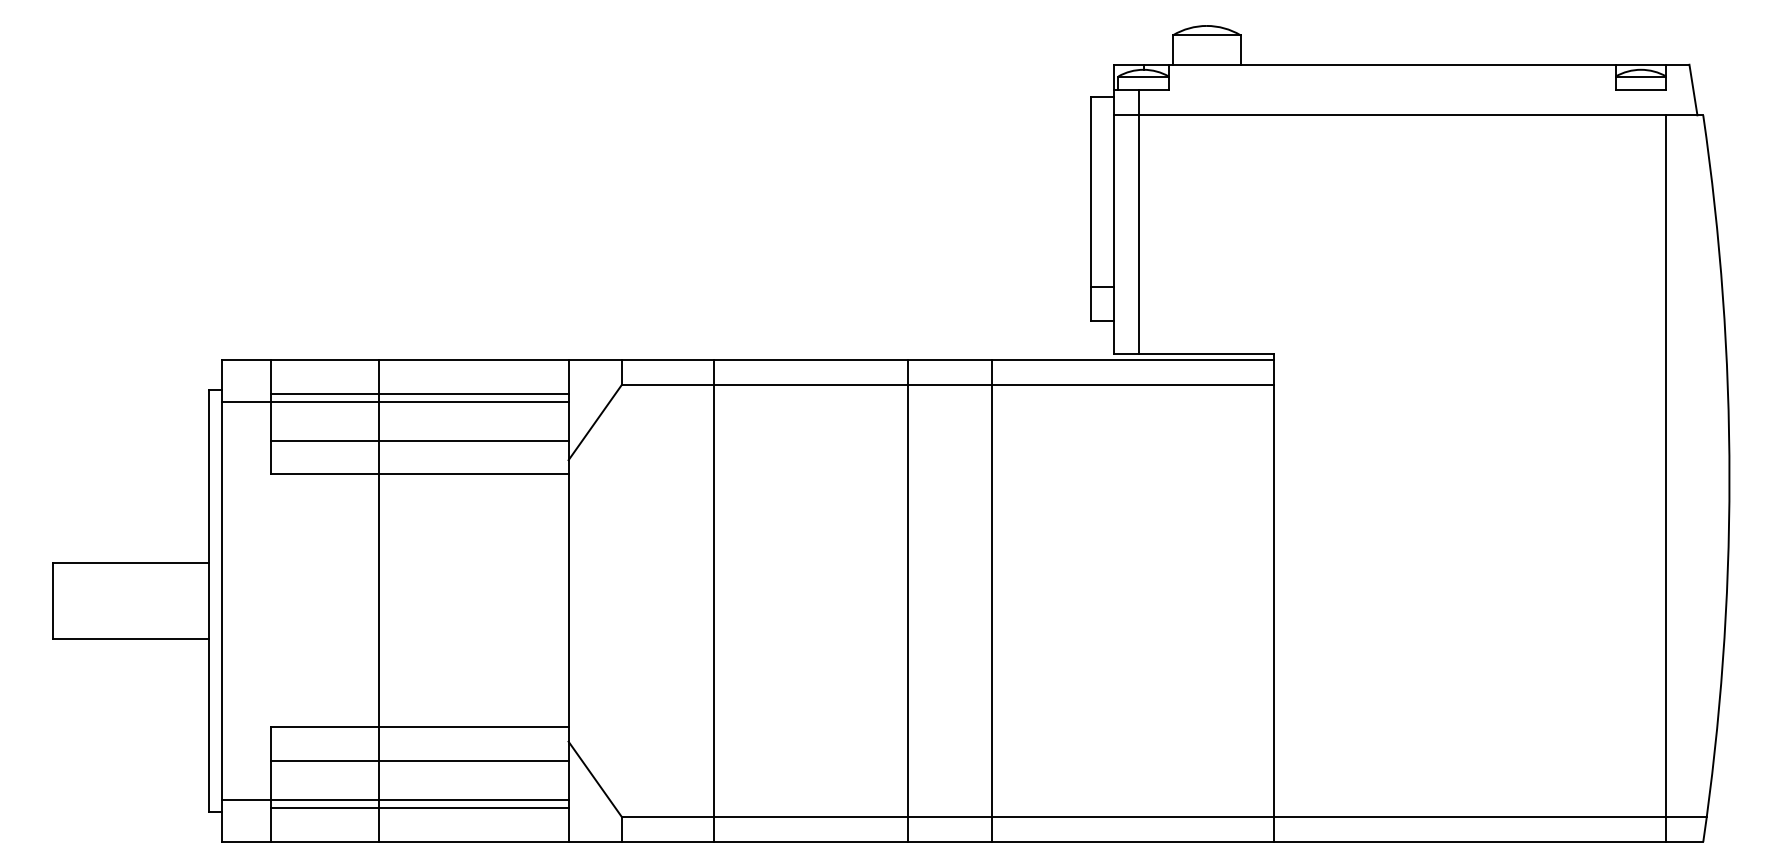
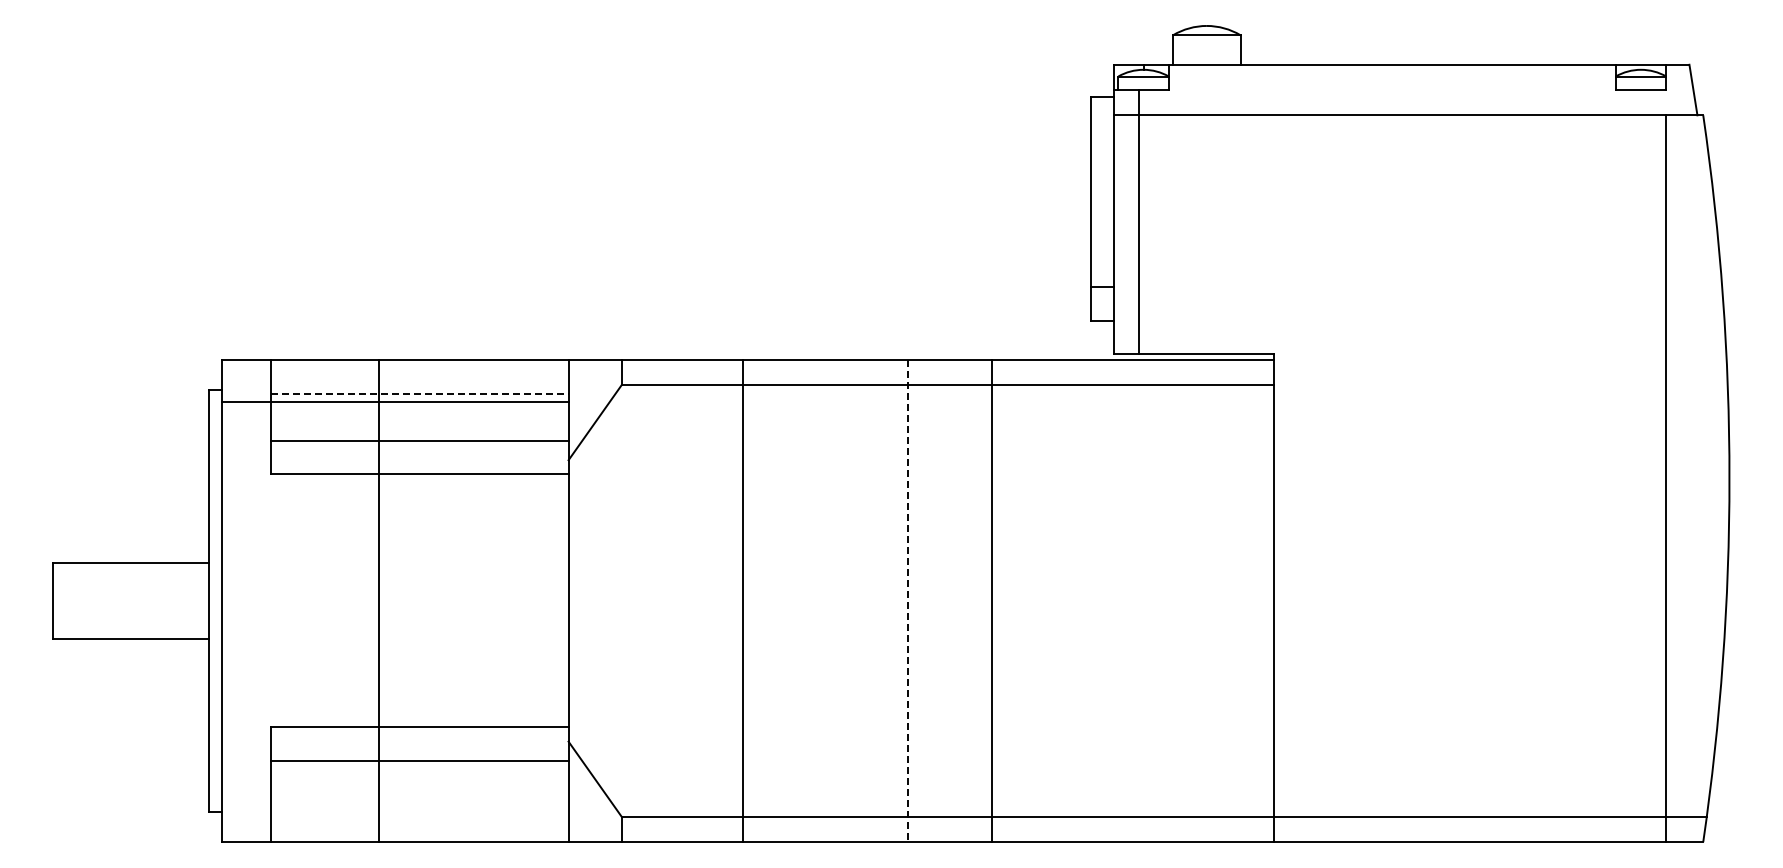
line at (419, 393): solid -> dashed
line at (713, 600) position: (713, 600) -> (742, 600)
line at (907, 601): solid -> dashed
line at (395, 799): present -> none
line at (419, 808): present -> none
